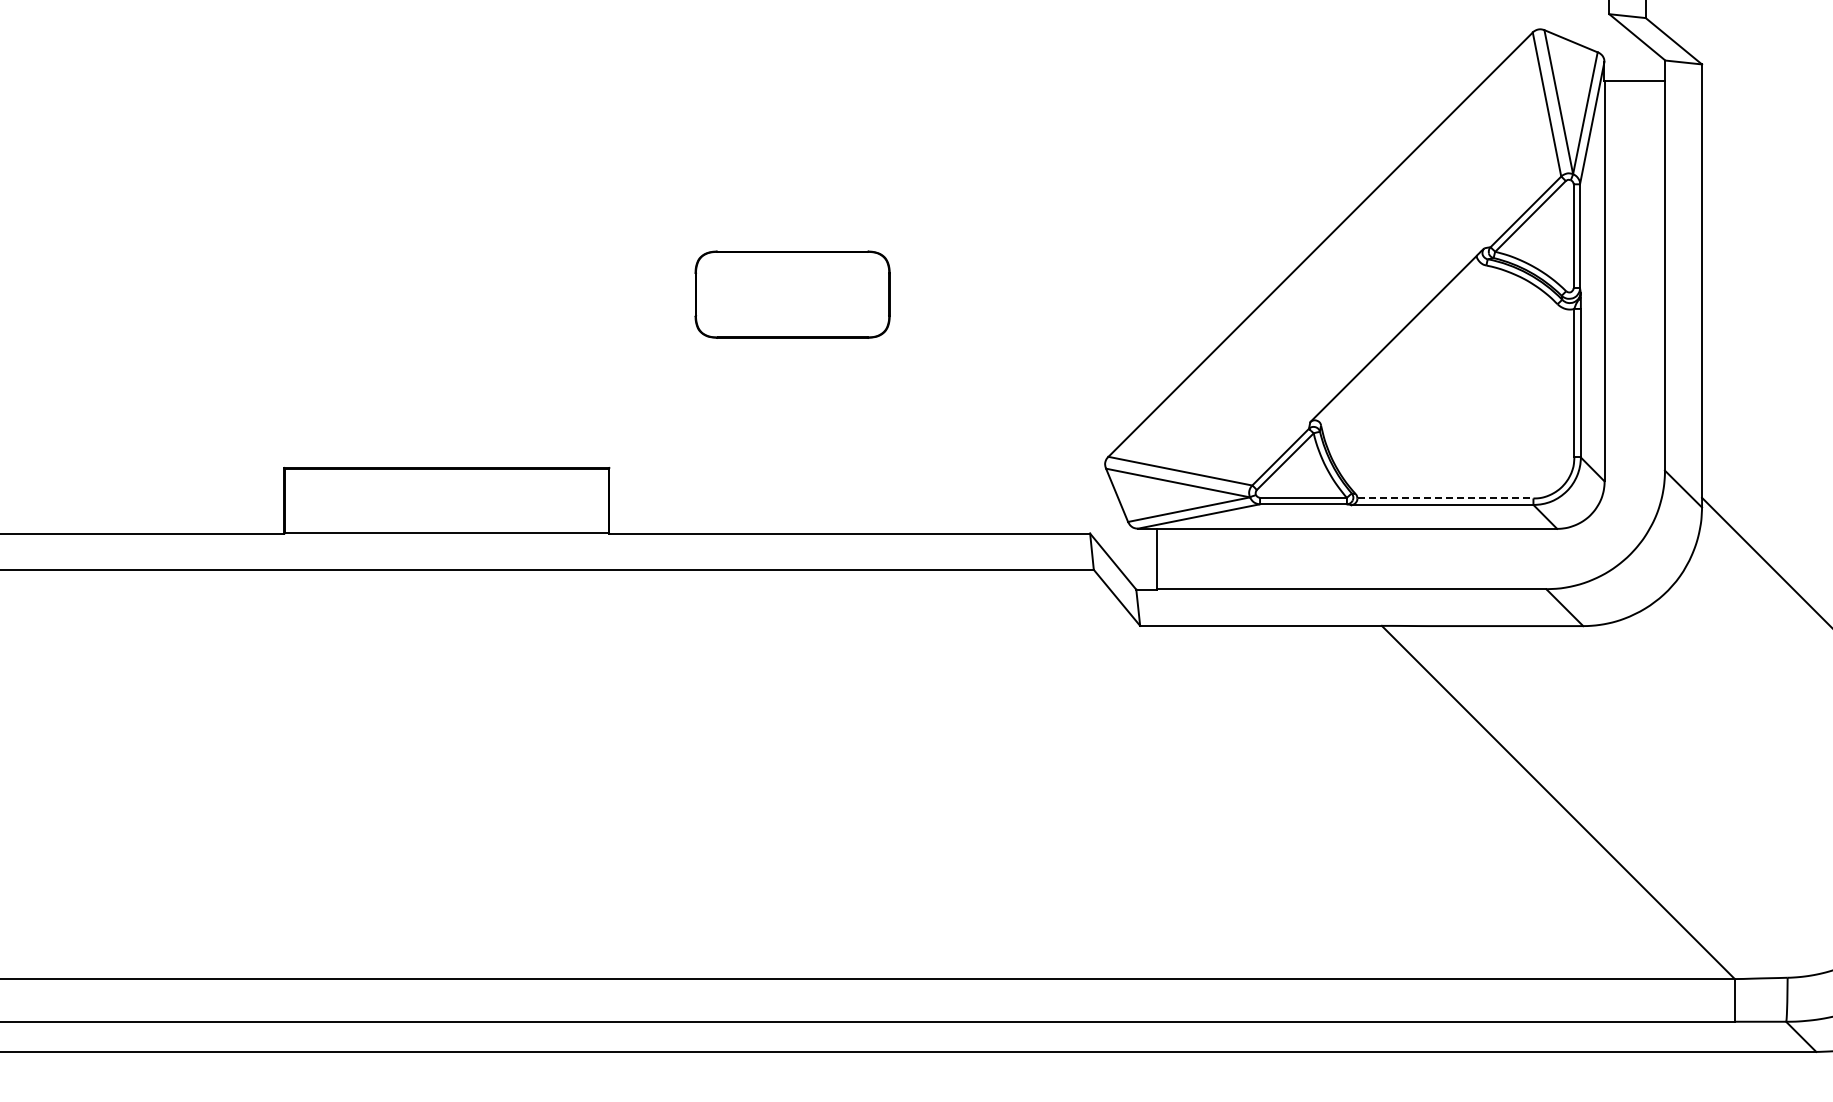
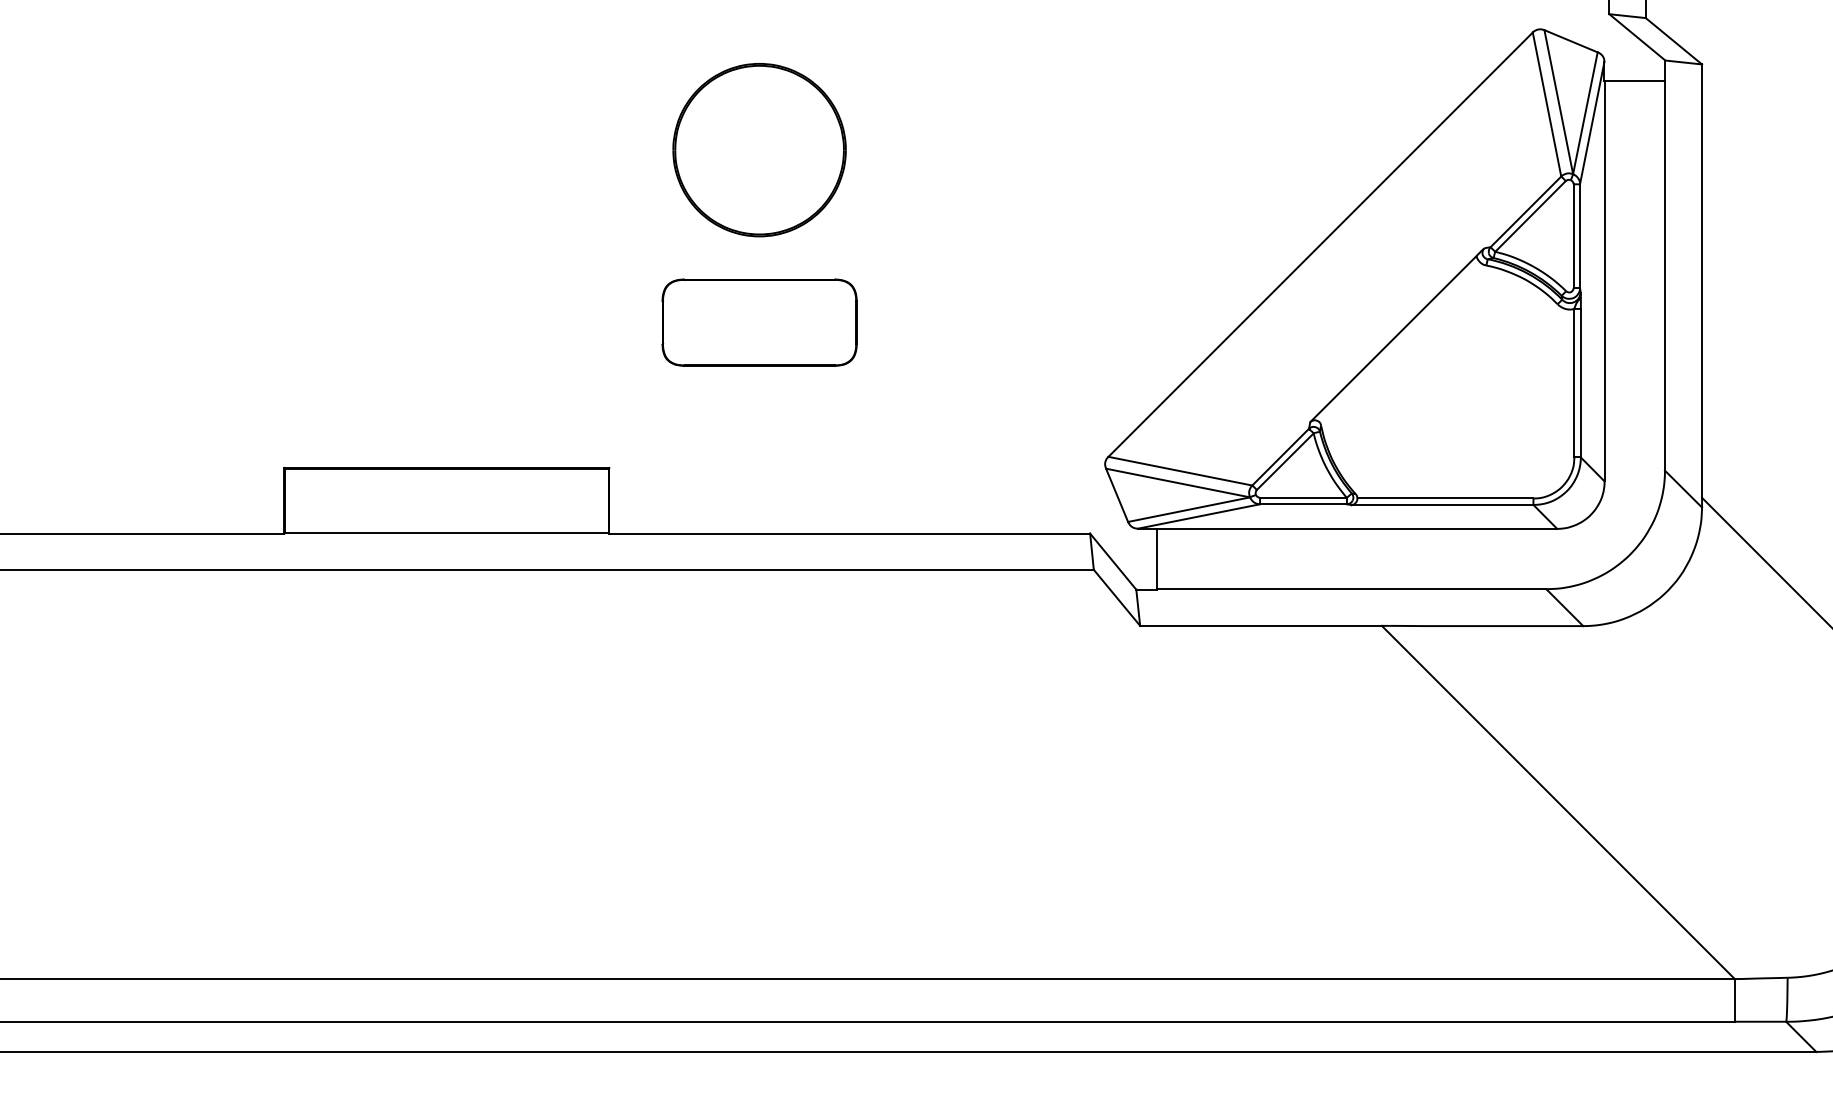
part at (759, 150): none -> present
part at (792, 294) position: (792, 294) -> (759, 322)
line at (1445, 498): dashed -> solid
